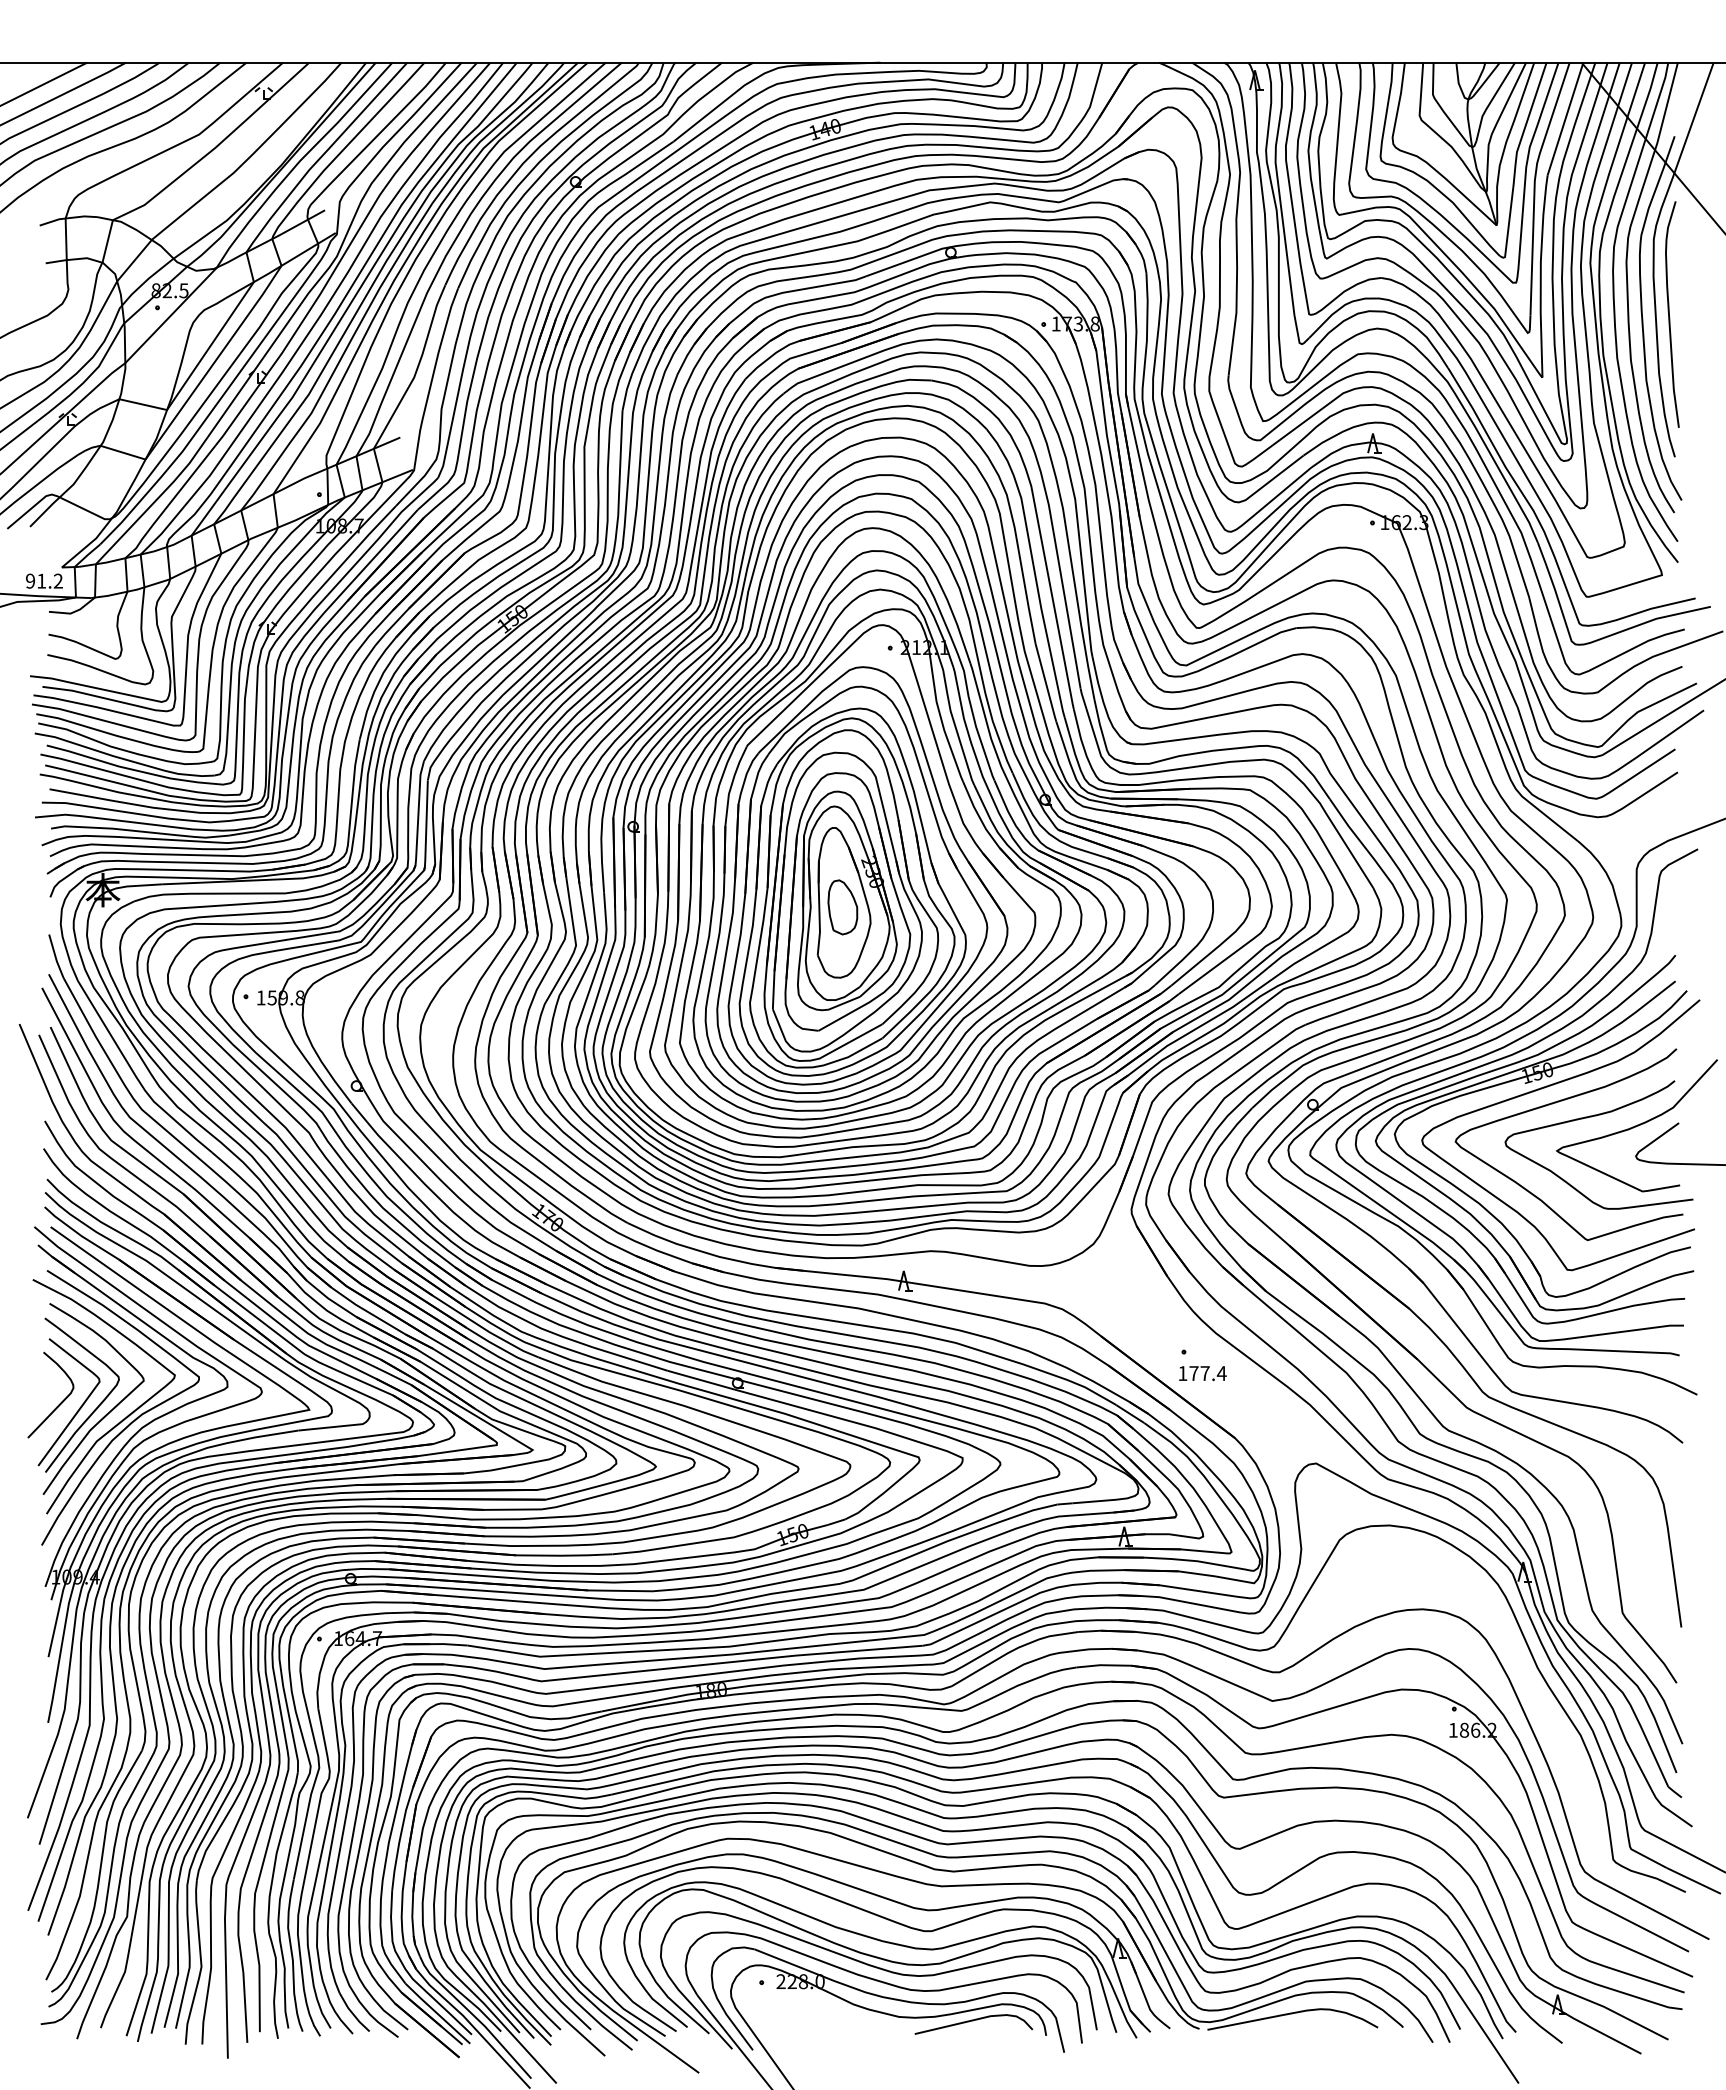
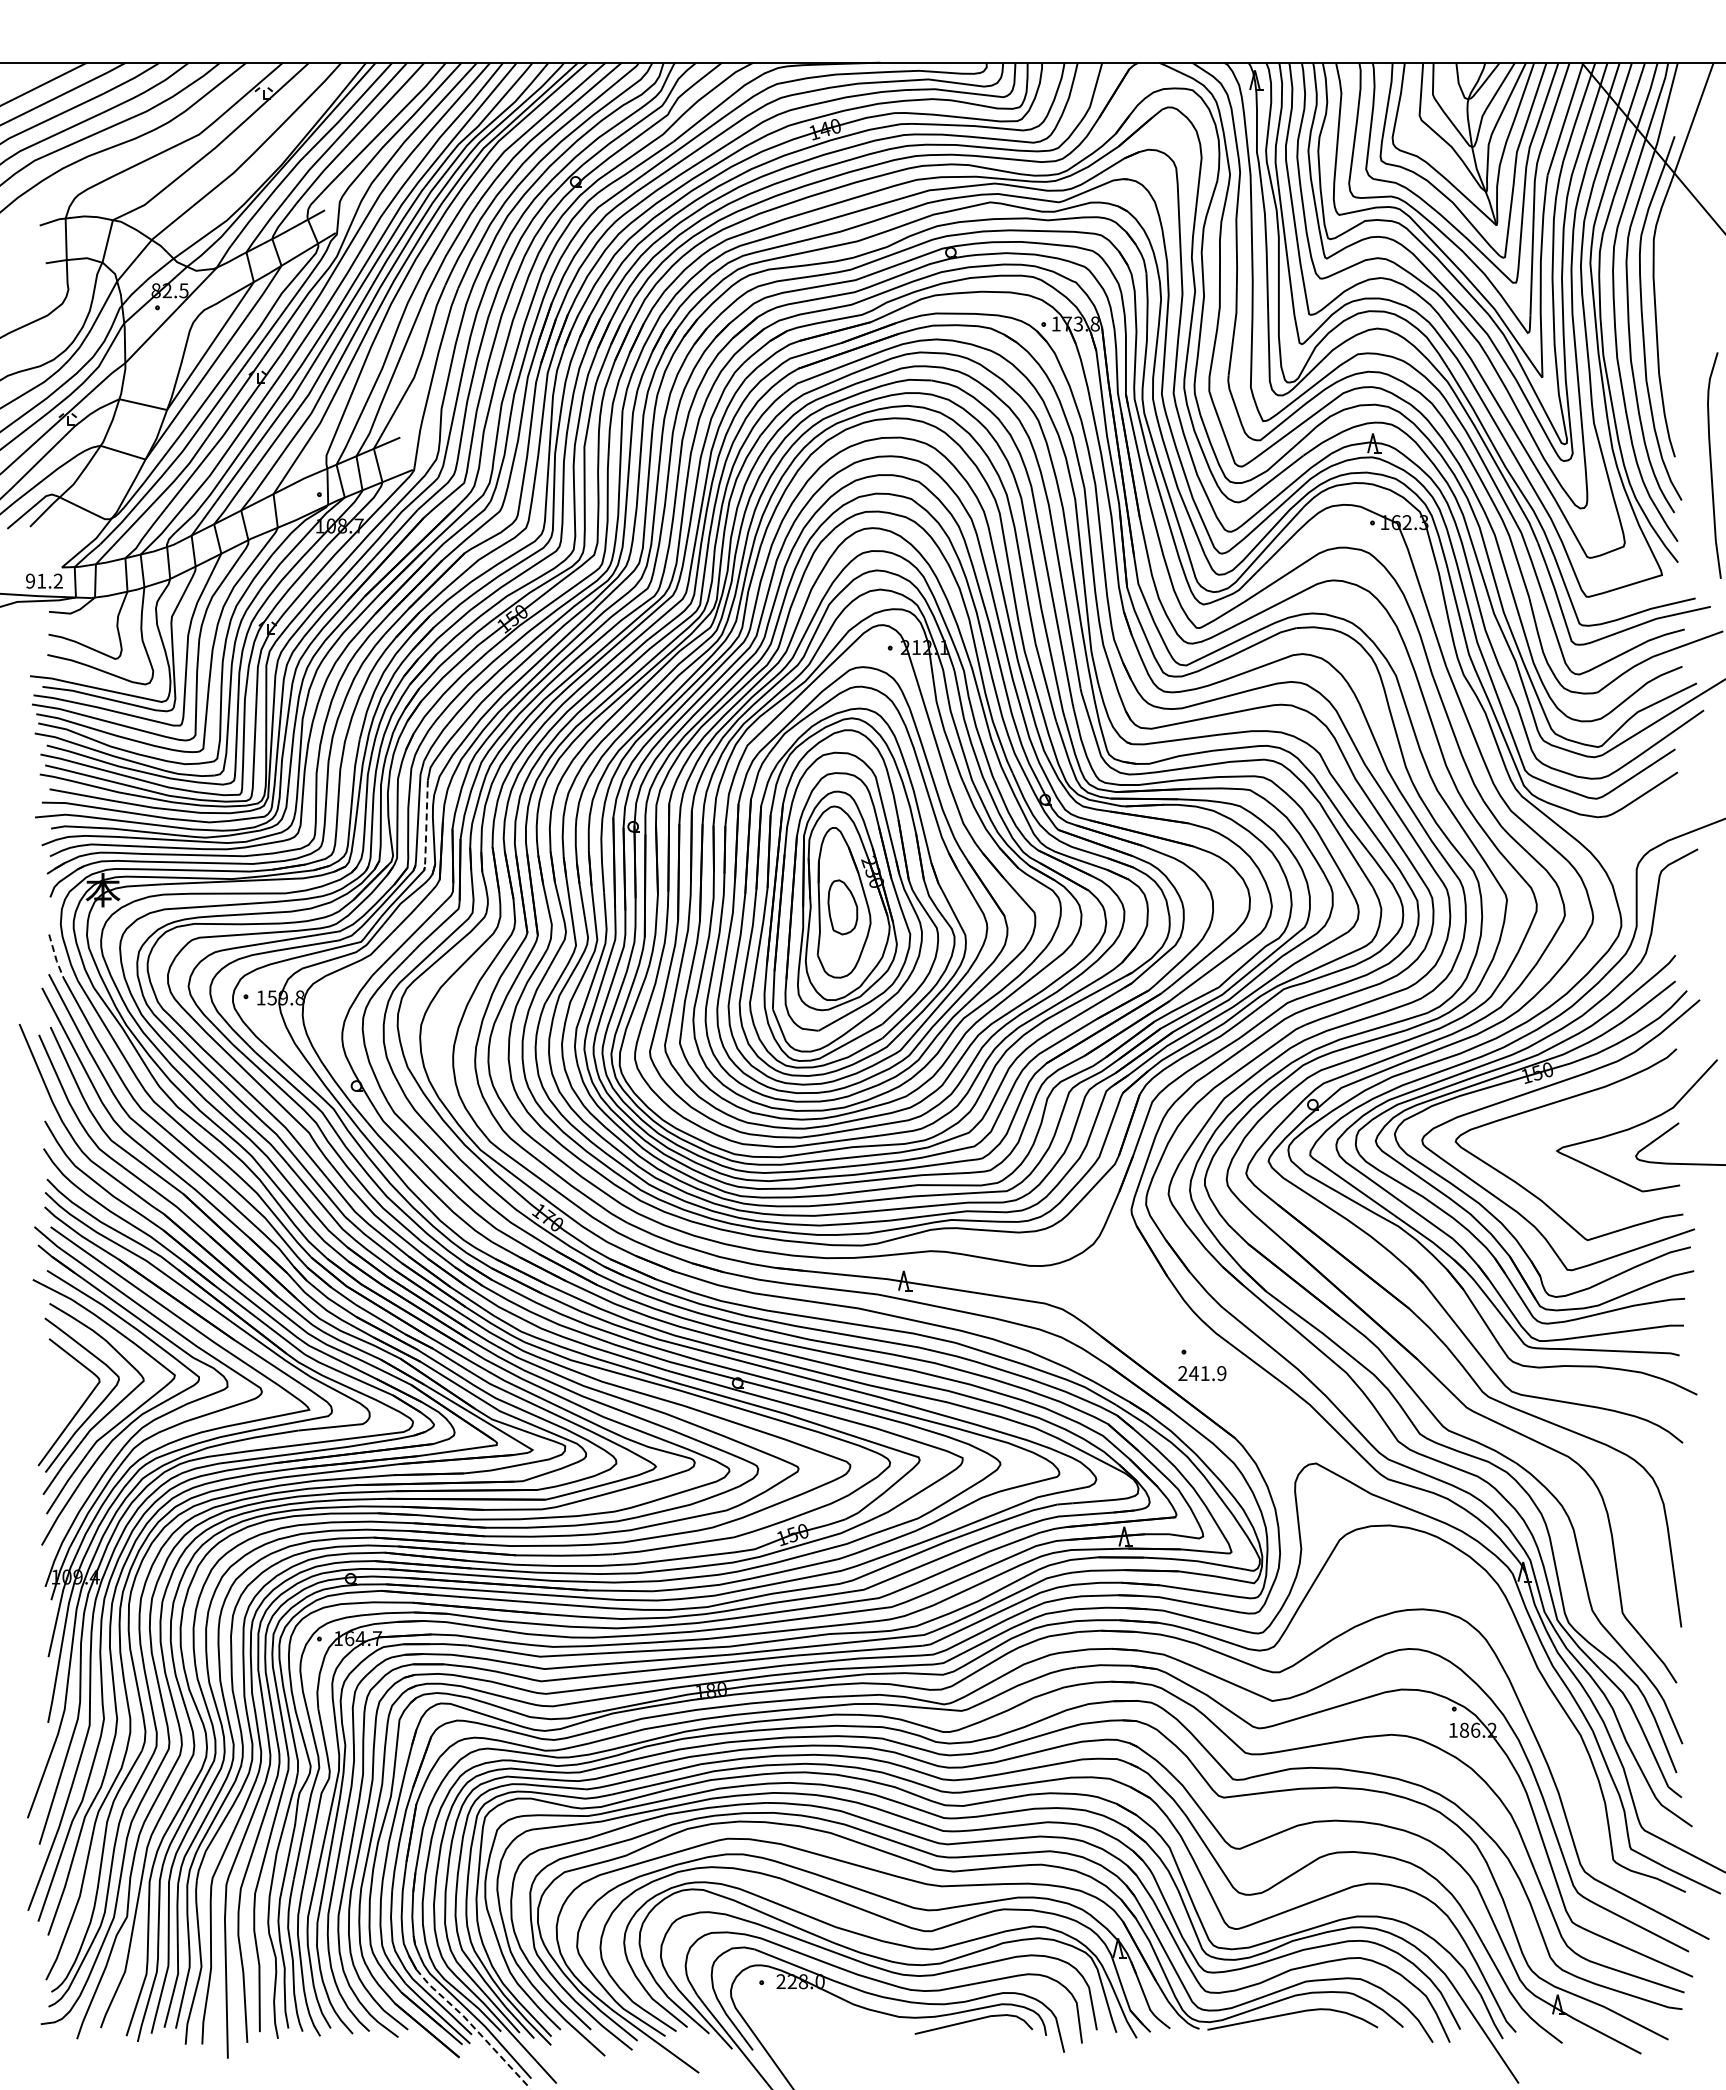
curve at (1669, 314) position: (1669, 314) -> (1711, 465)
line at (426, 827): solid -> dashed
line at (55, 956): solid -> dashed
curve at (1591, 1117): present -> none
text at (1202, 1373): 177.4 -> 241.9
curve at (59, 1403): present -> none
line at (473, 2027): solid -> dashed
